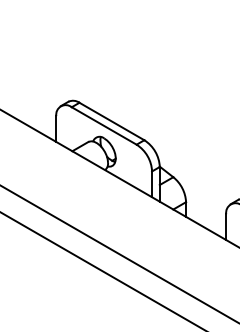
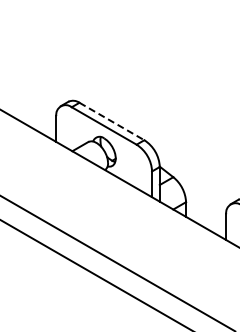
line at (112, 121): solid -> dashed
line at (119, 253) position: (119, 253) -> (116, 262)
line at (102, 270) position: (102, 270) -> (95, 274)
